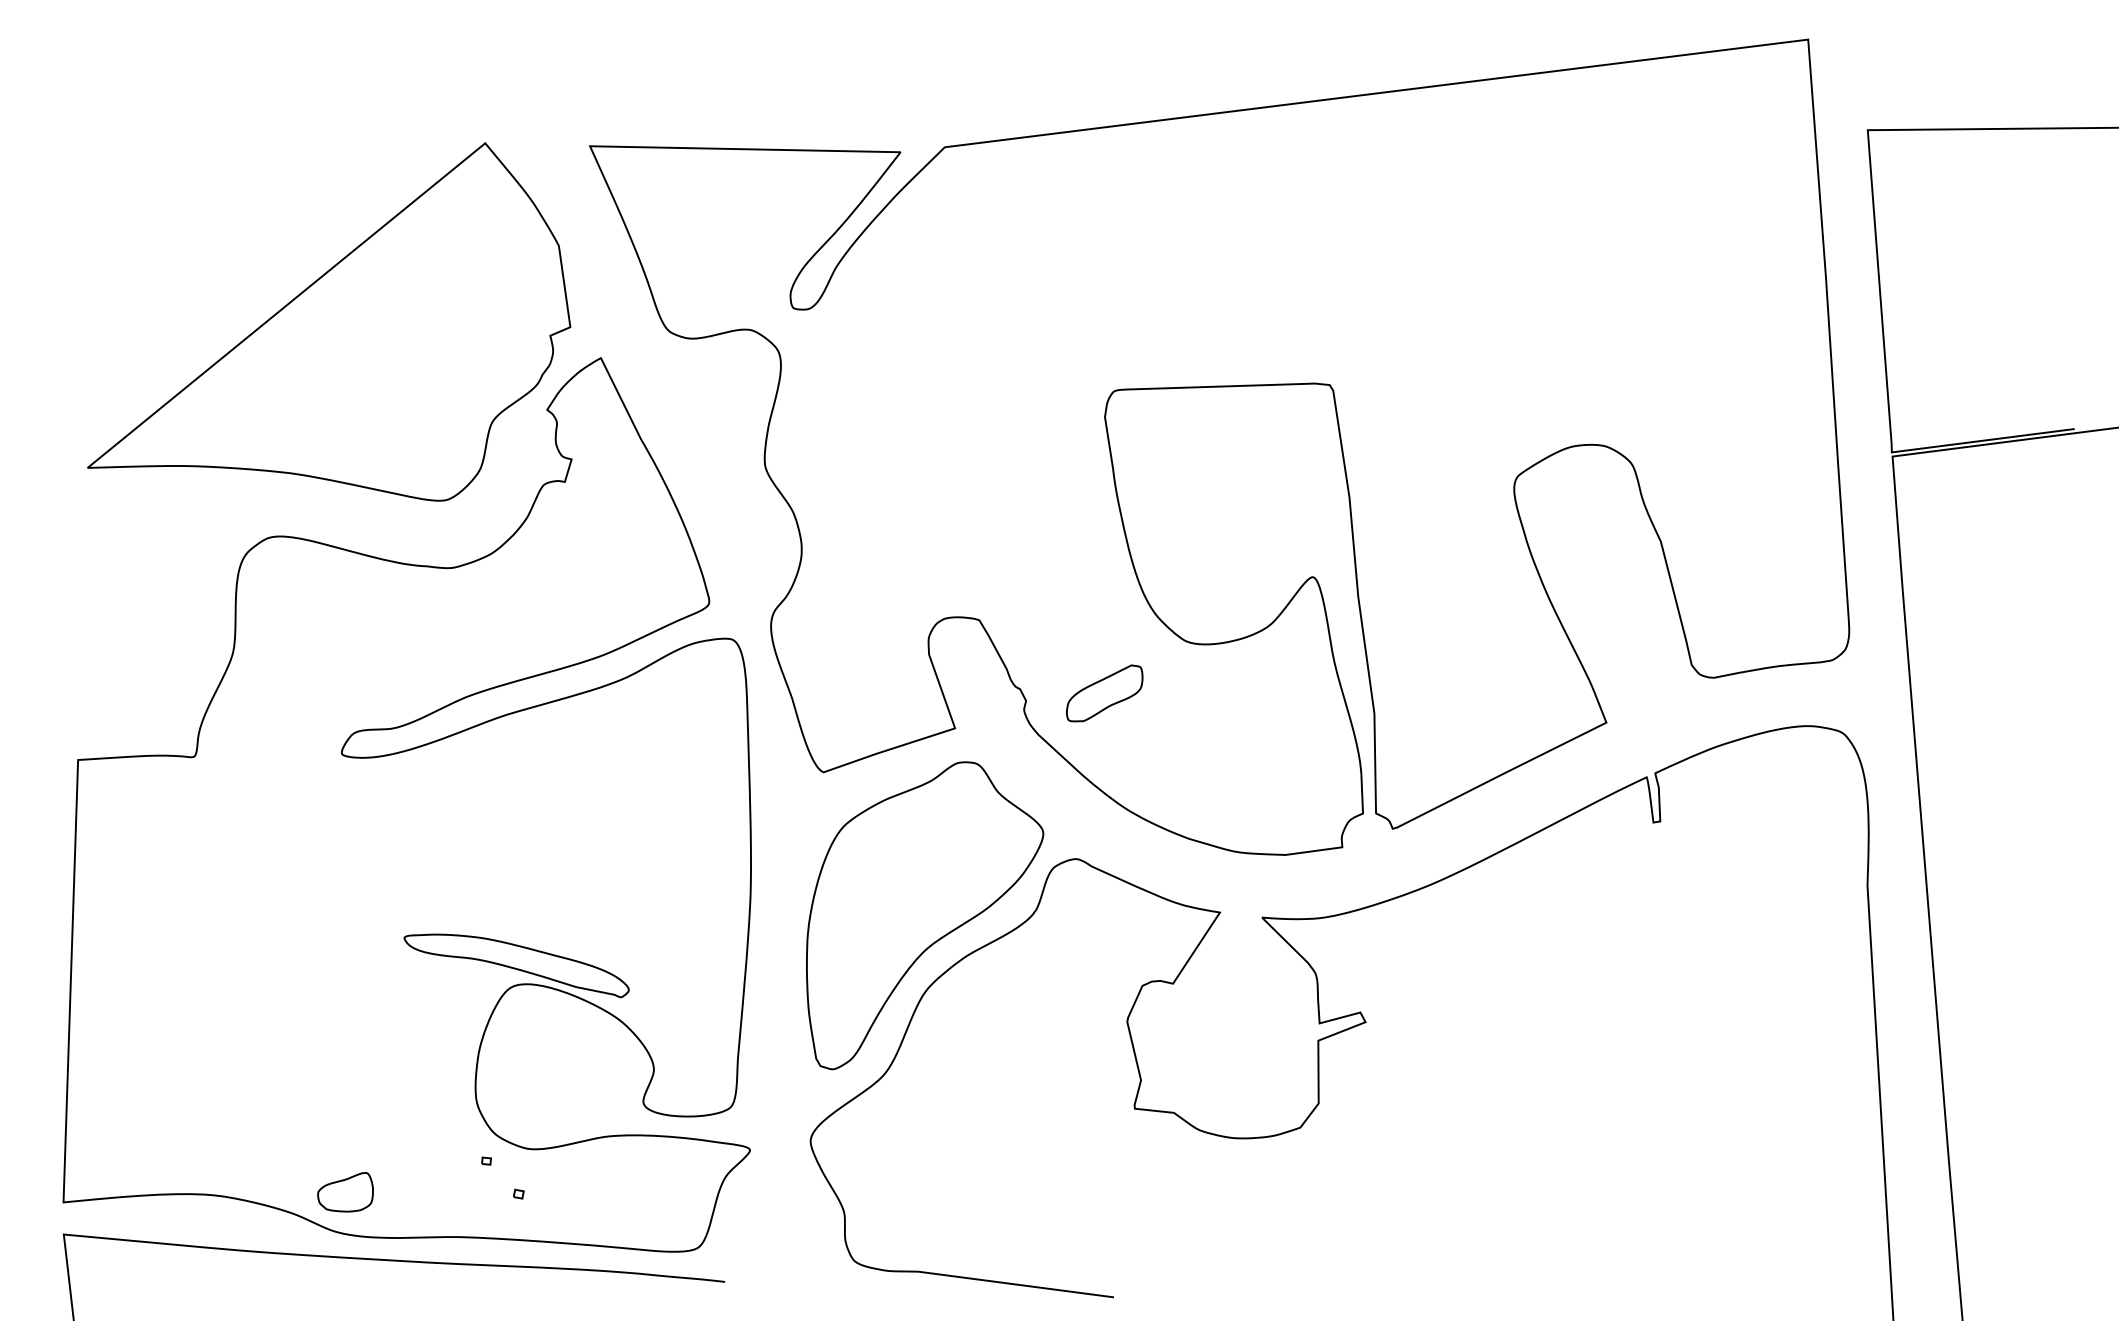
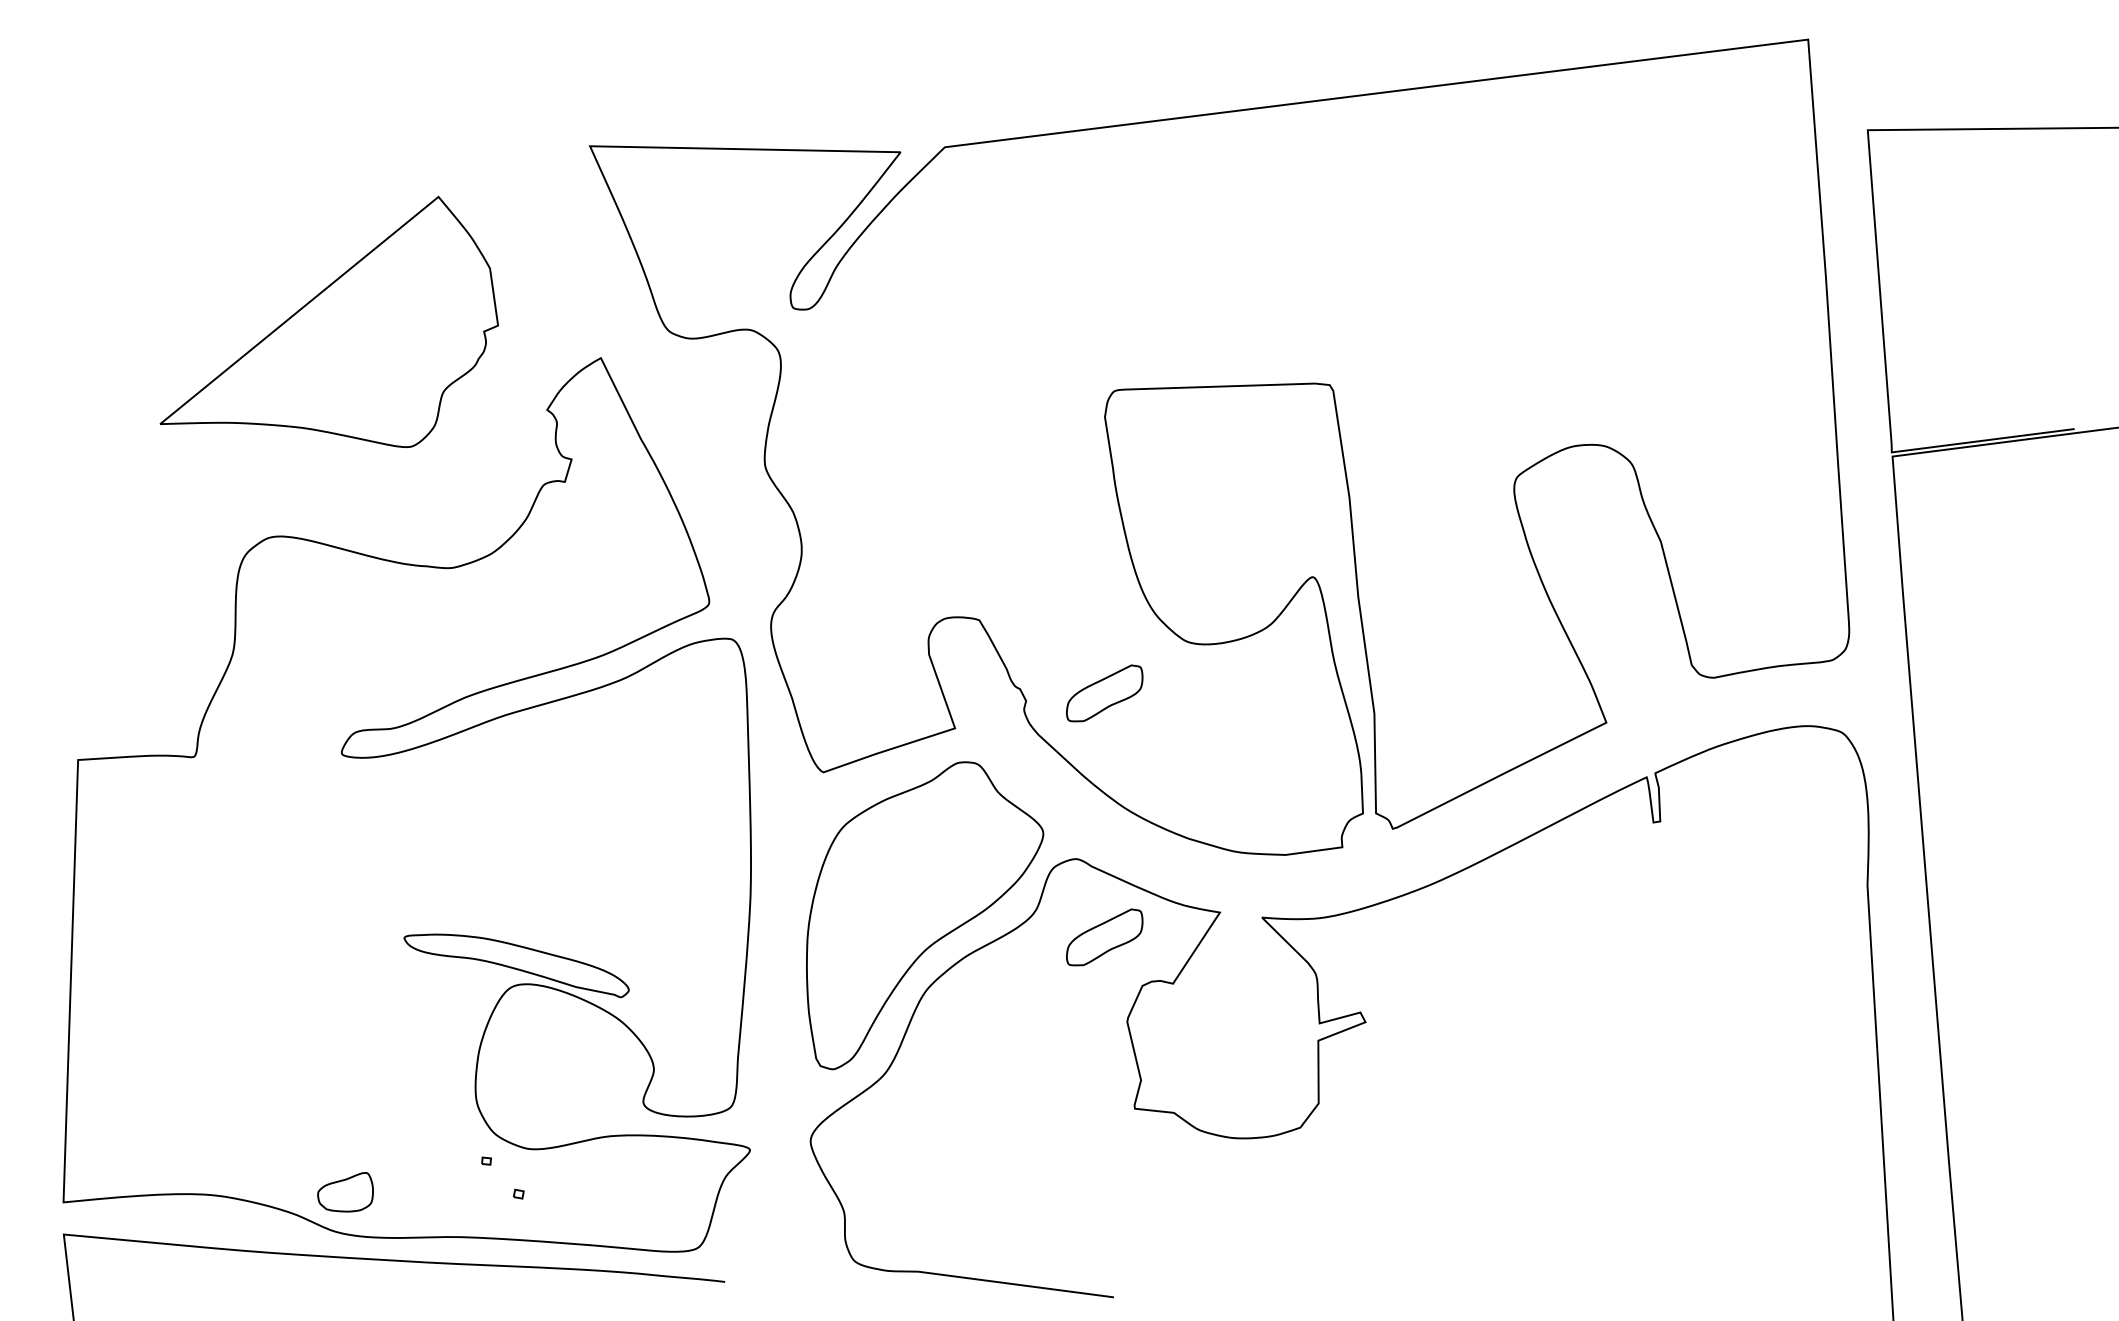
part at (329, 321) size: 485x360 px -> 340x253 px
part at (1104, 937): none -> present
